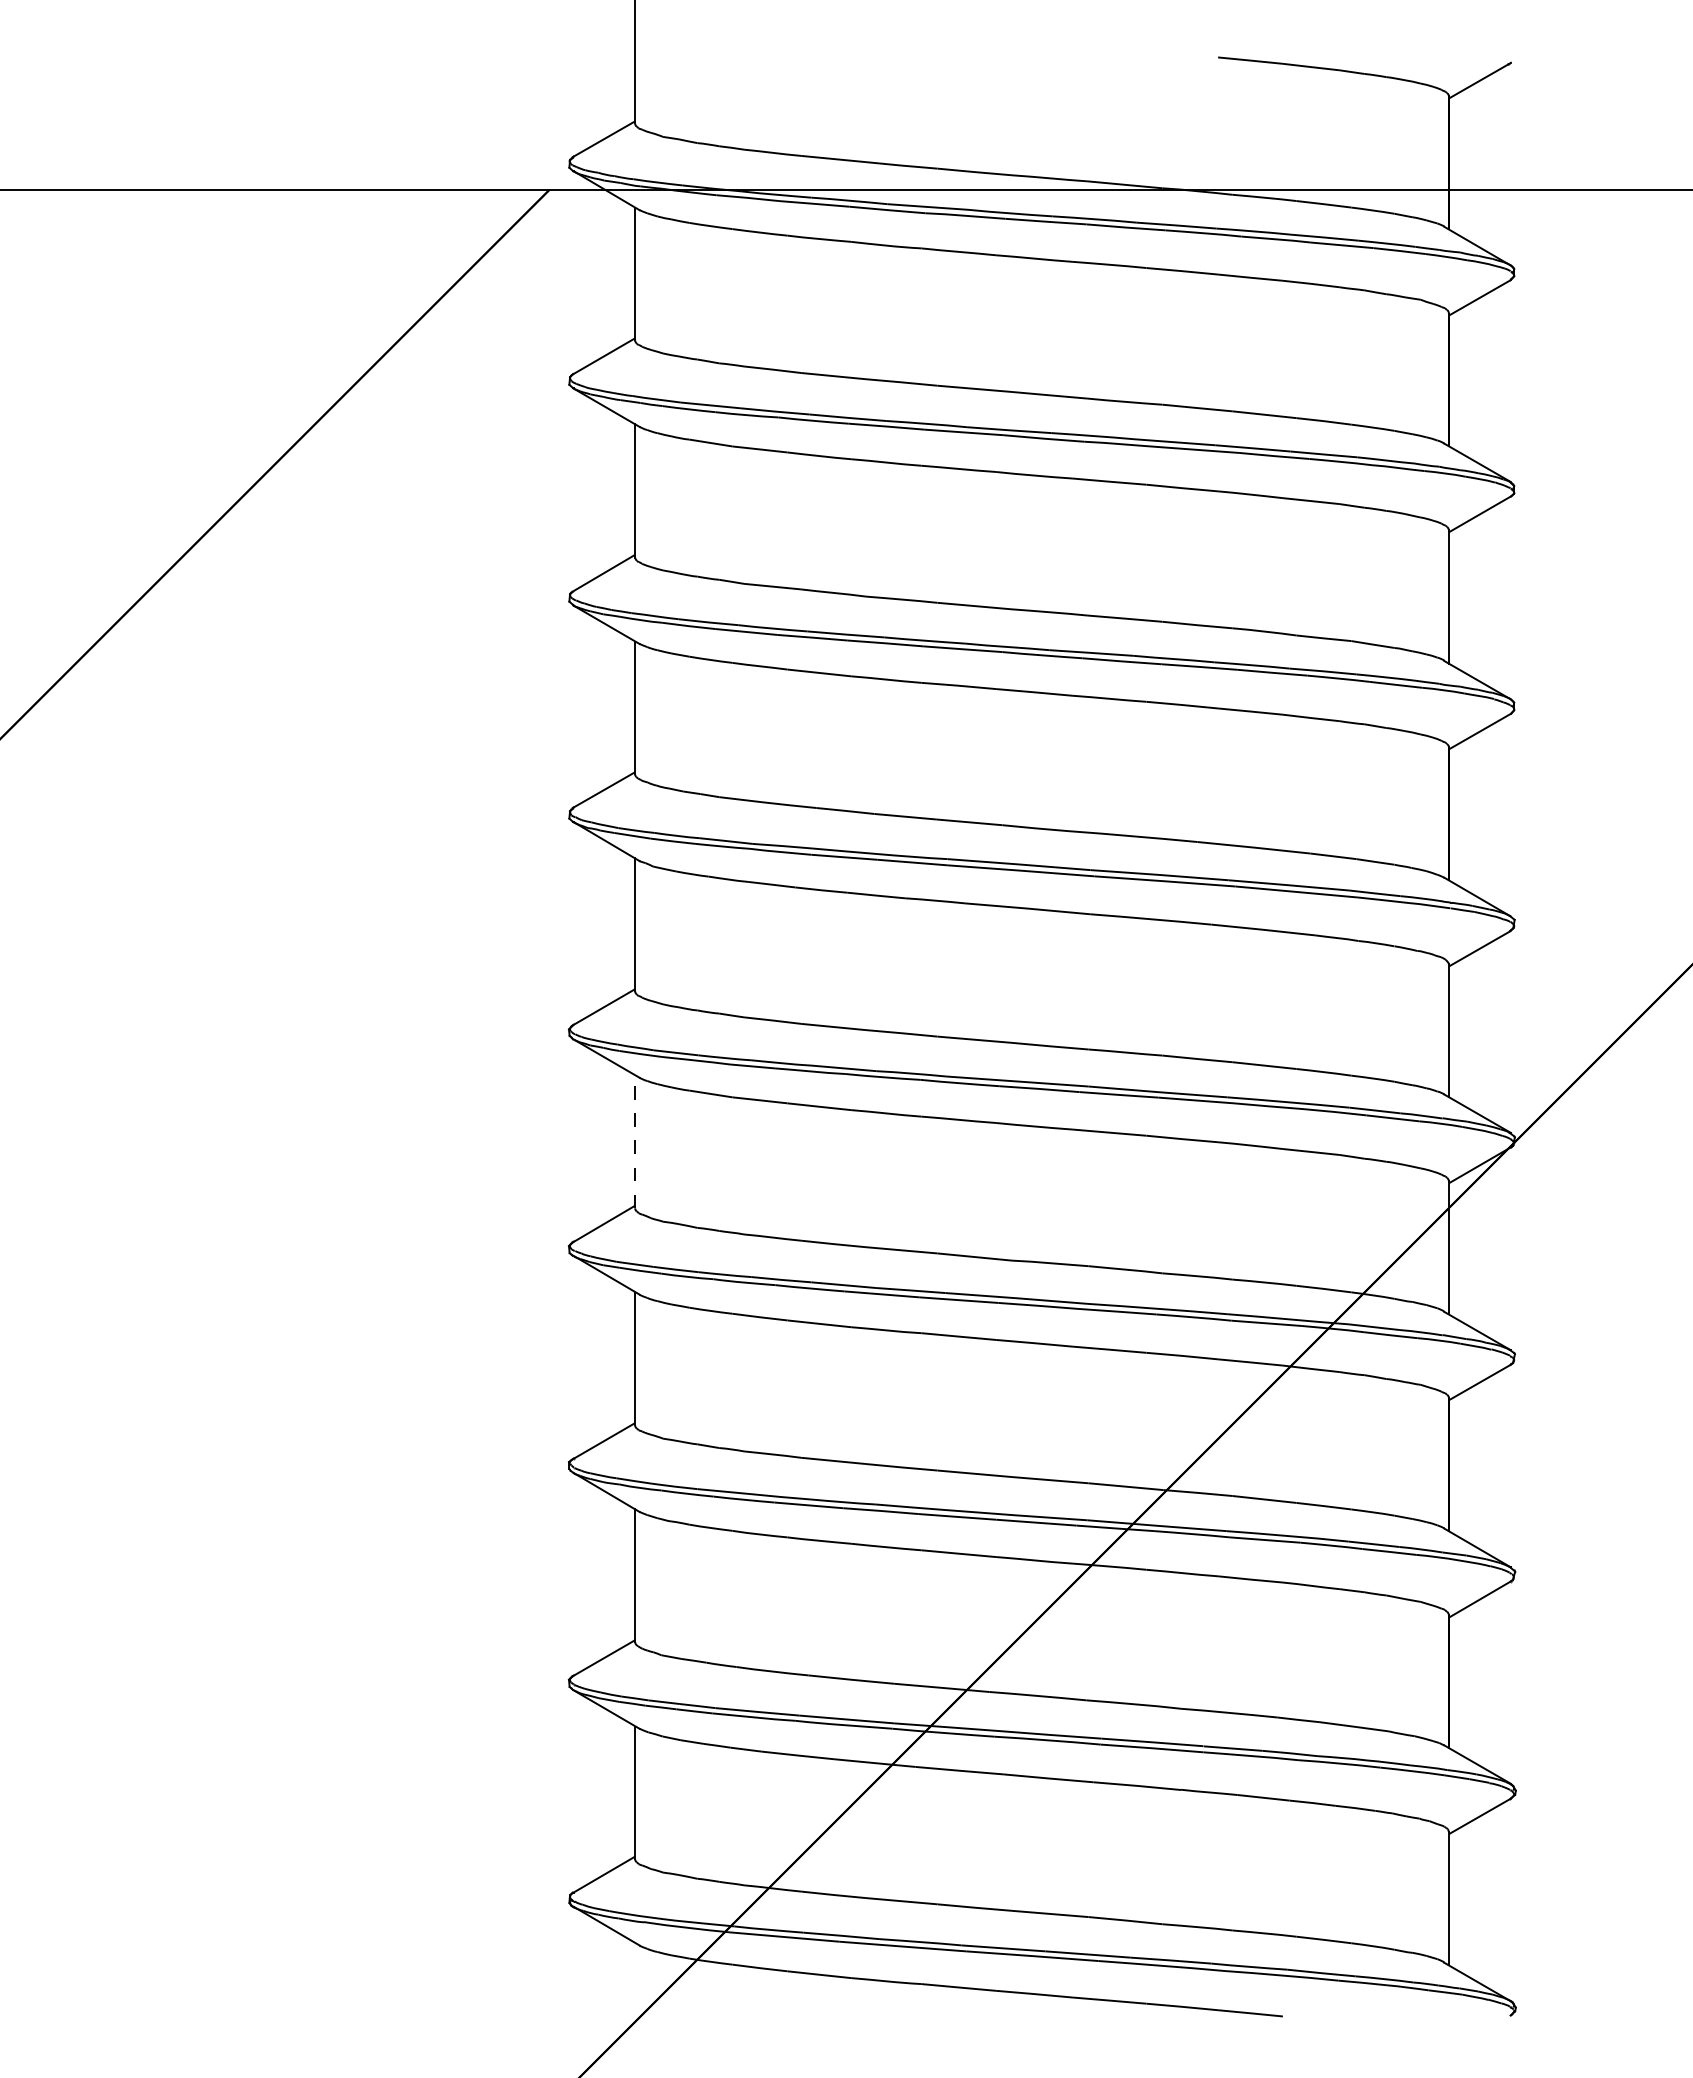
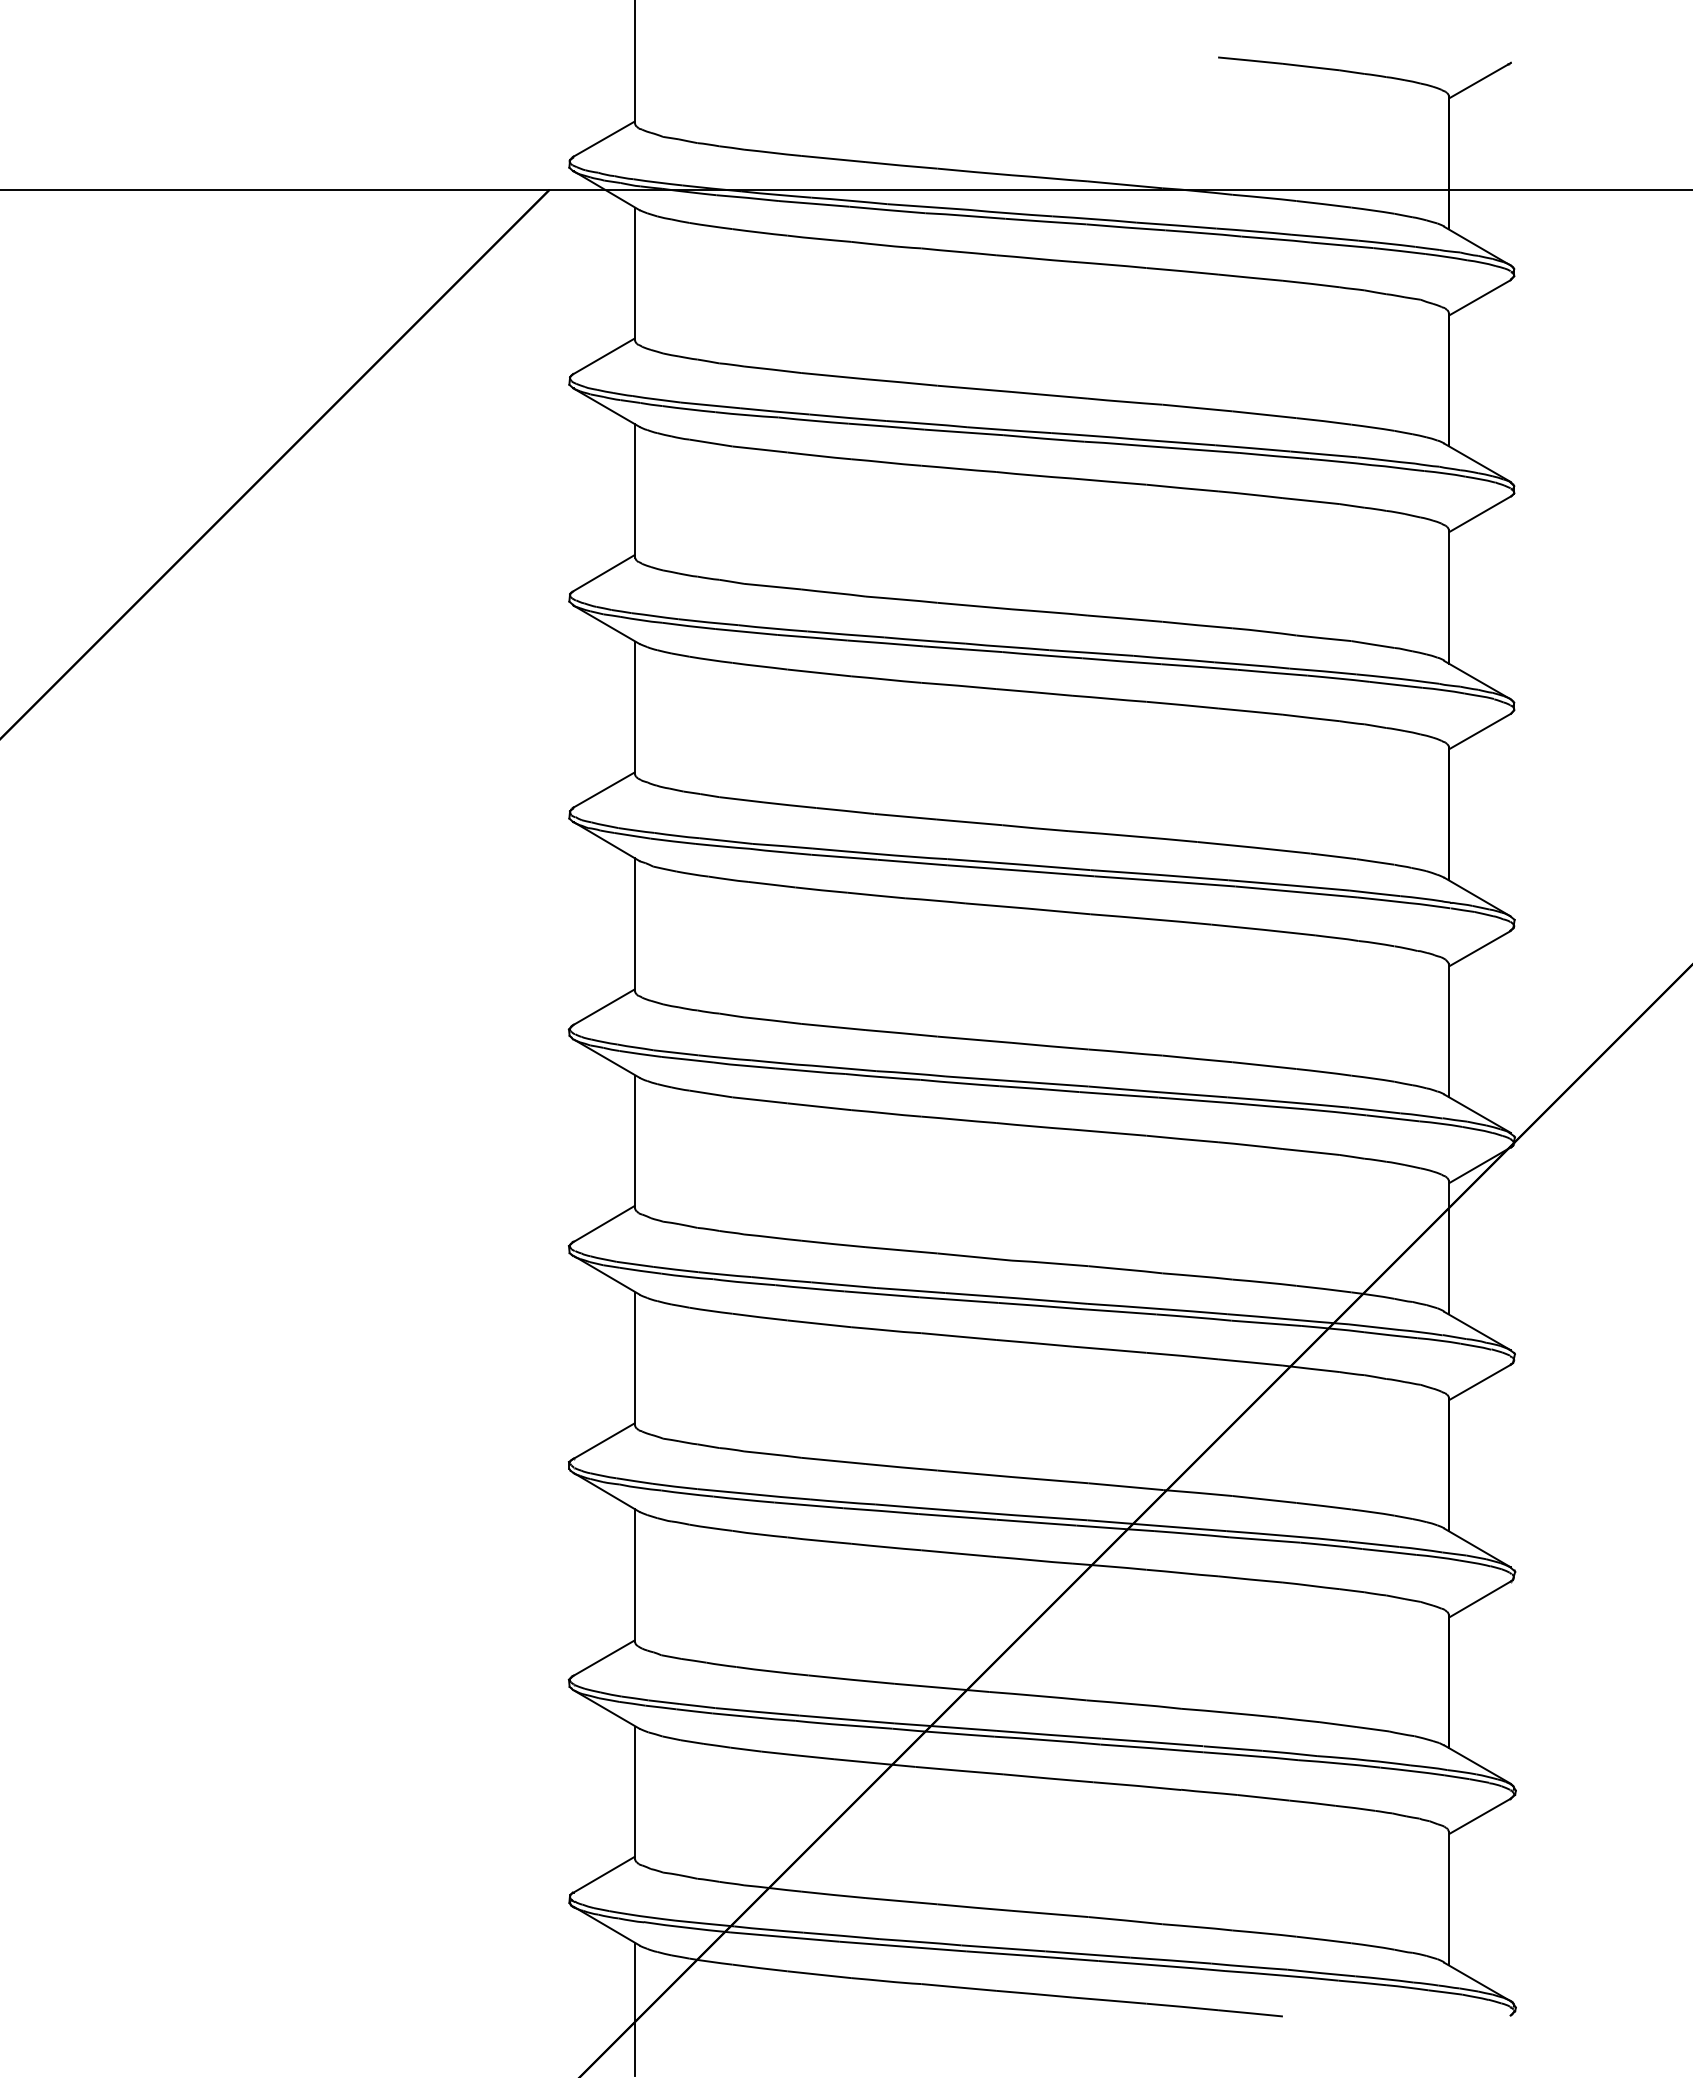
line at (635, 1141): dashed -> solid
line at (635, 2008): none -> present
